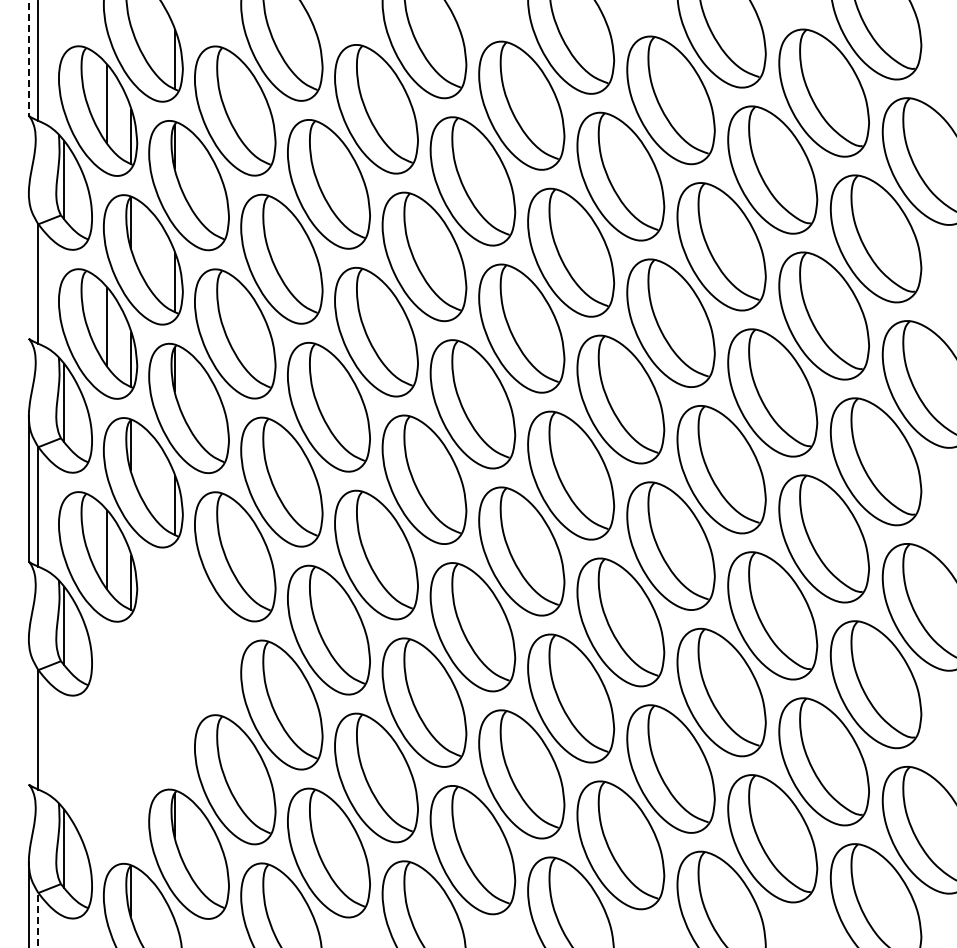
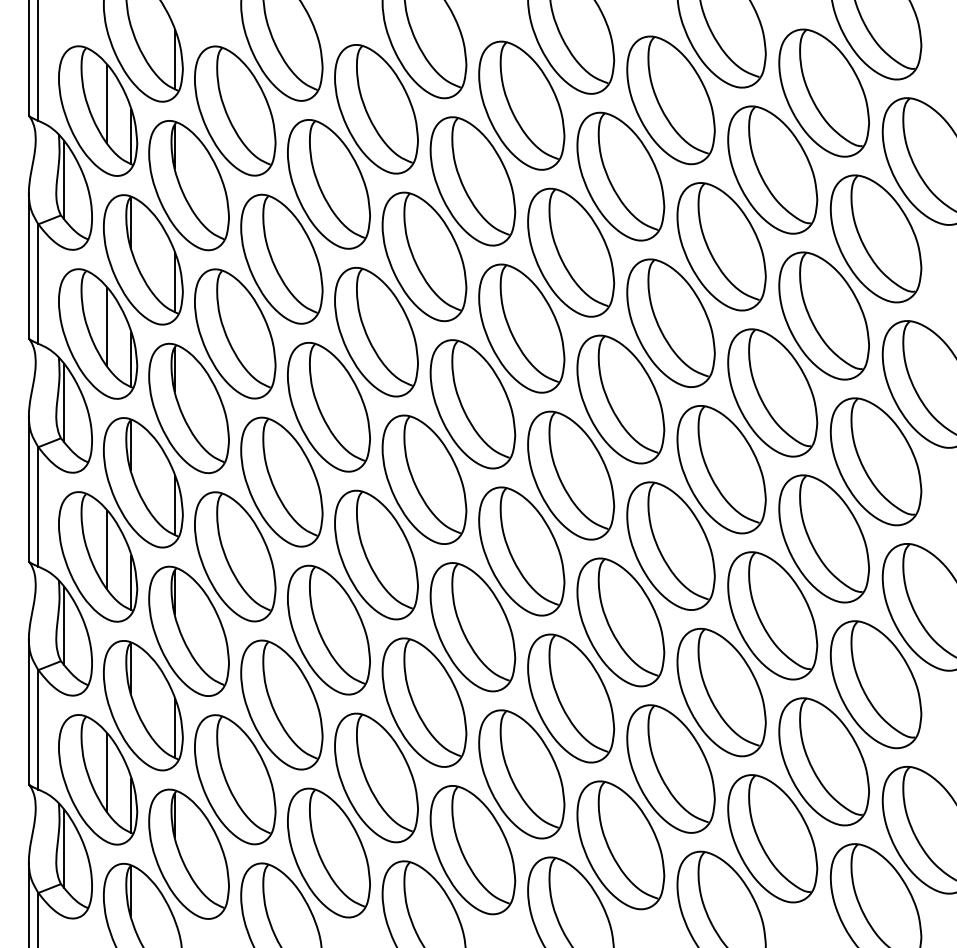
line at (28, 58): dashed -> solid
line at (28, 265): none -> present
part at (143, 705): none -> present
line at (28, 711): none -> present
line at (38, 919): dashed -> solid
